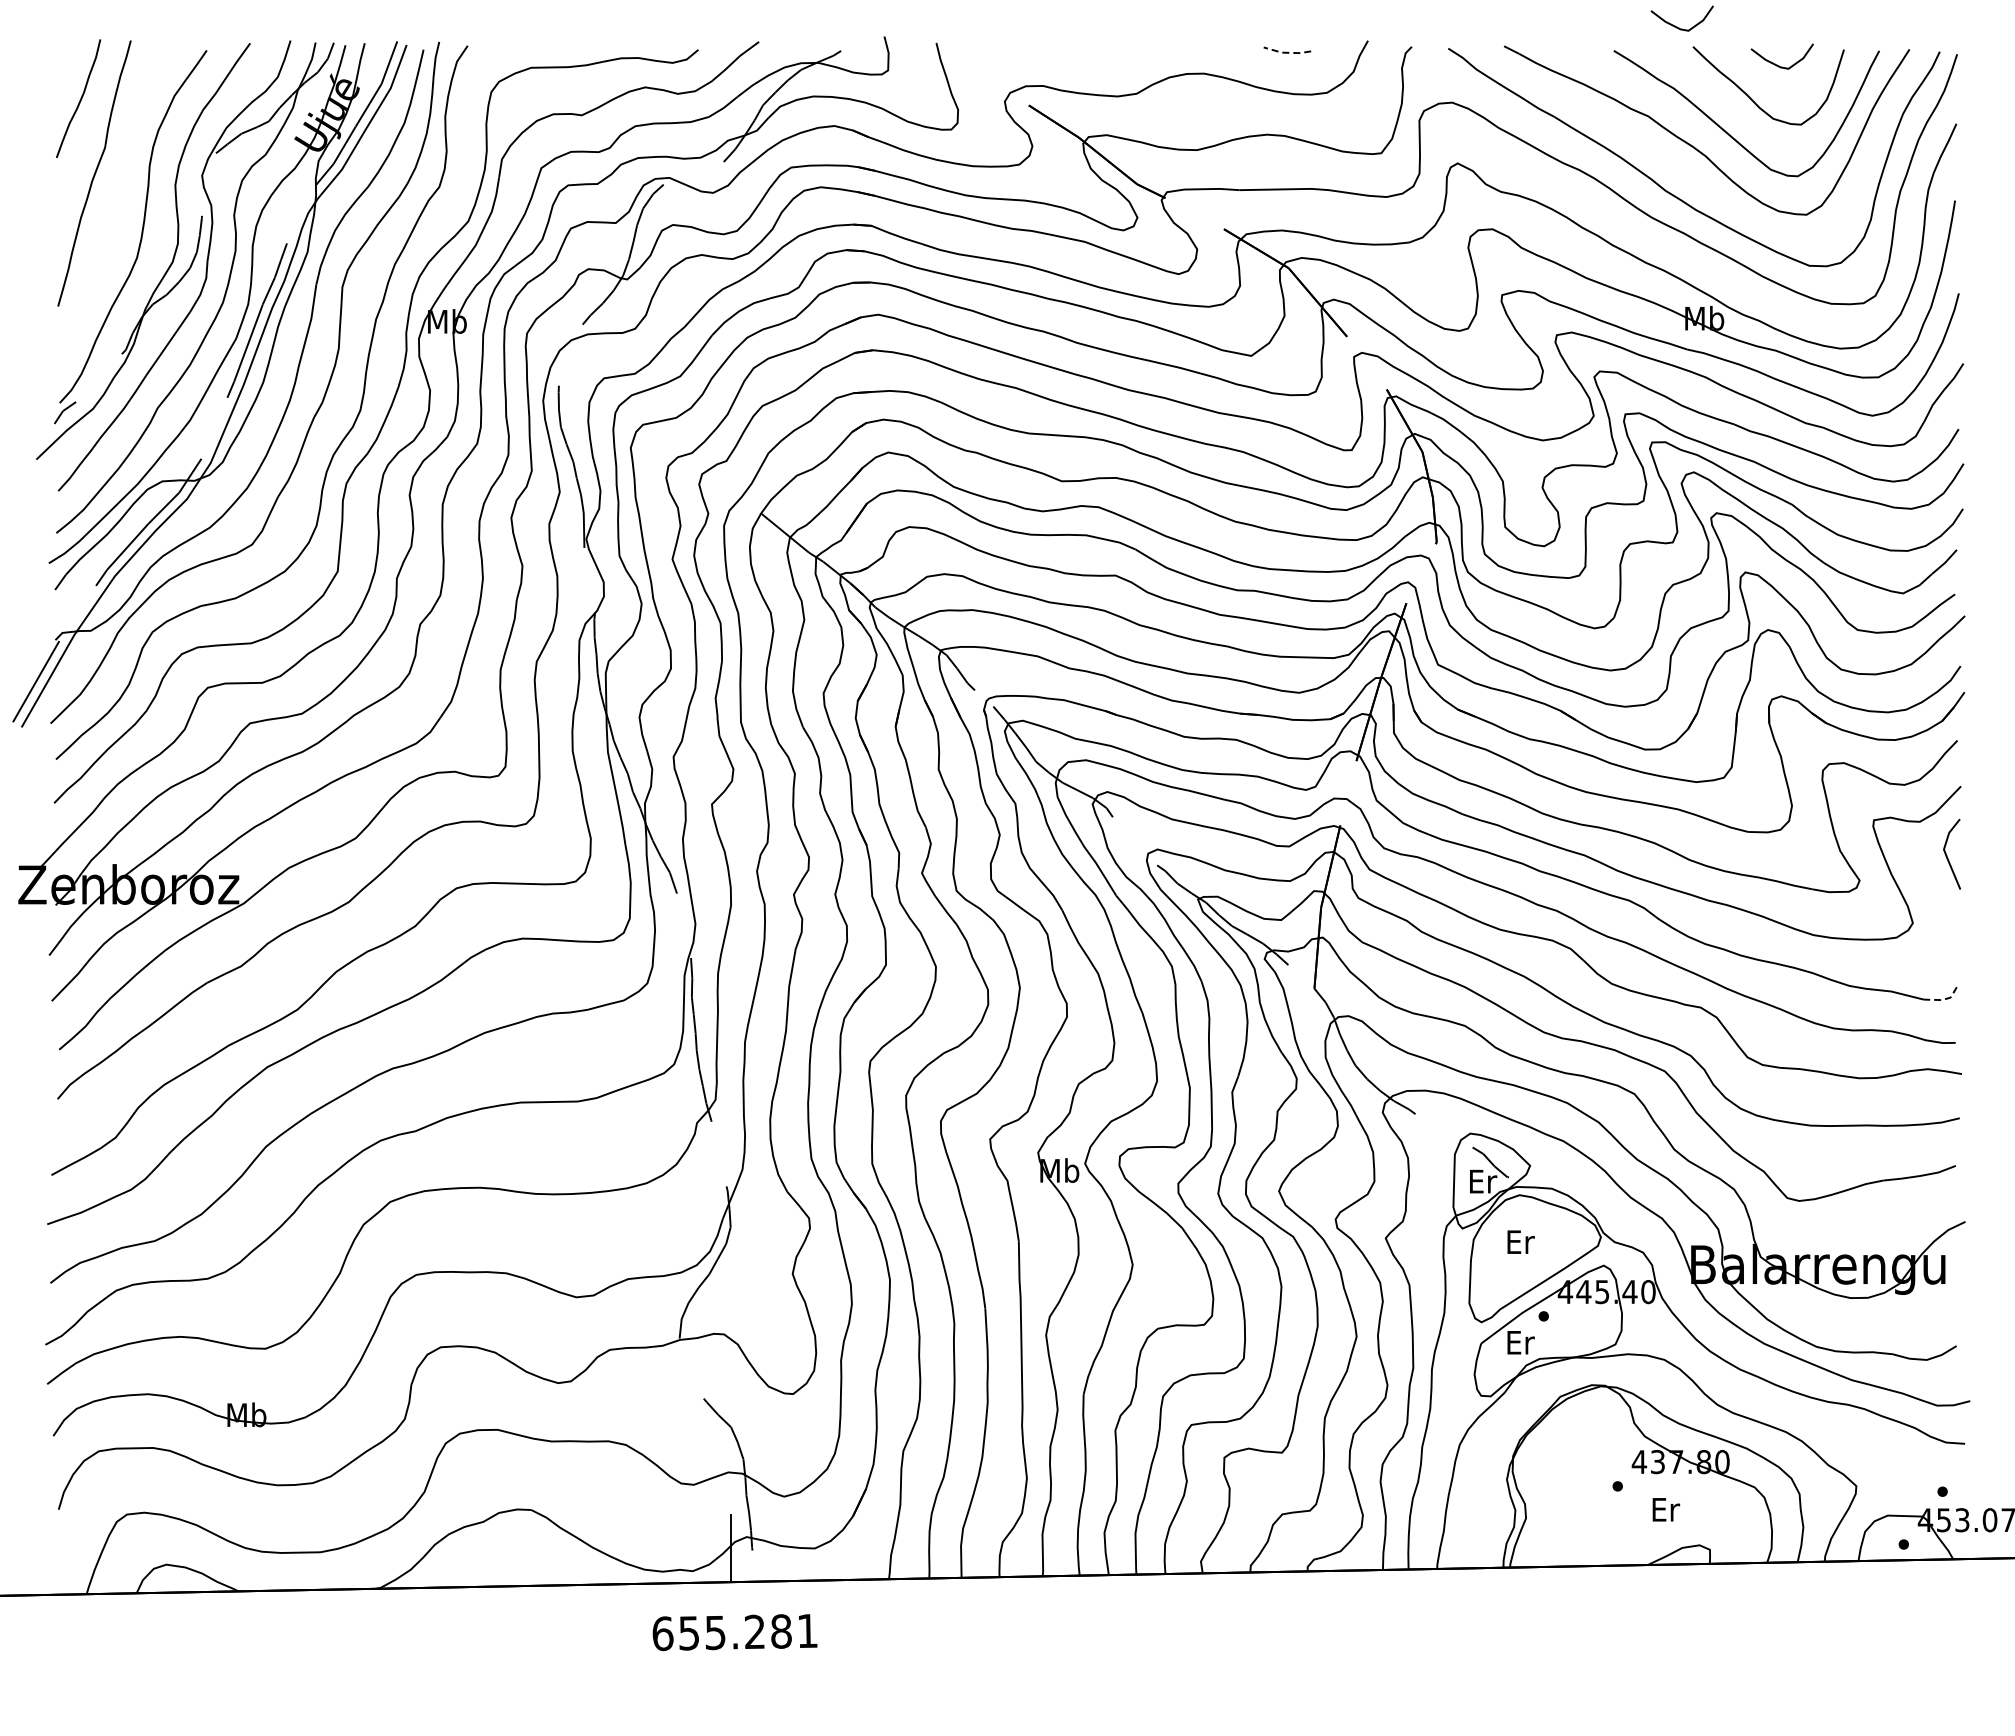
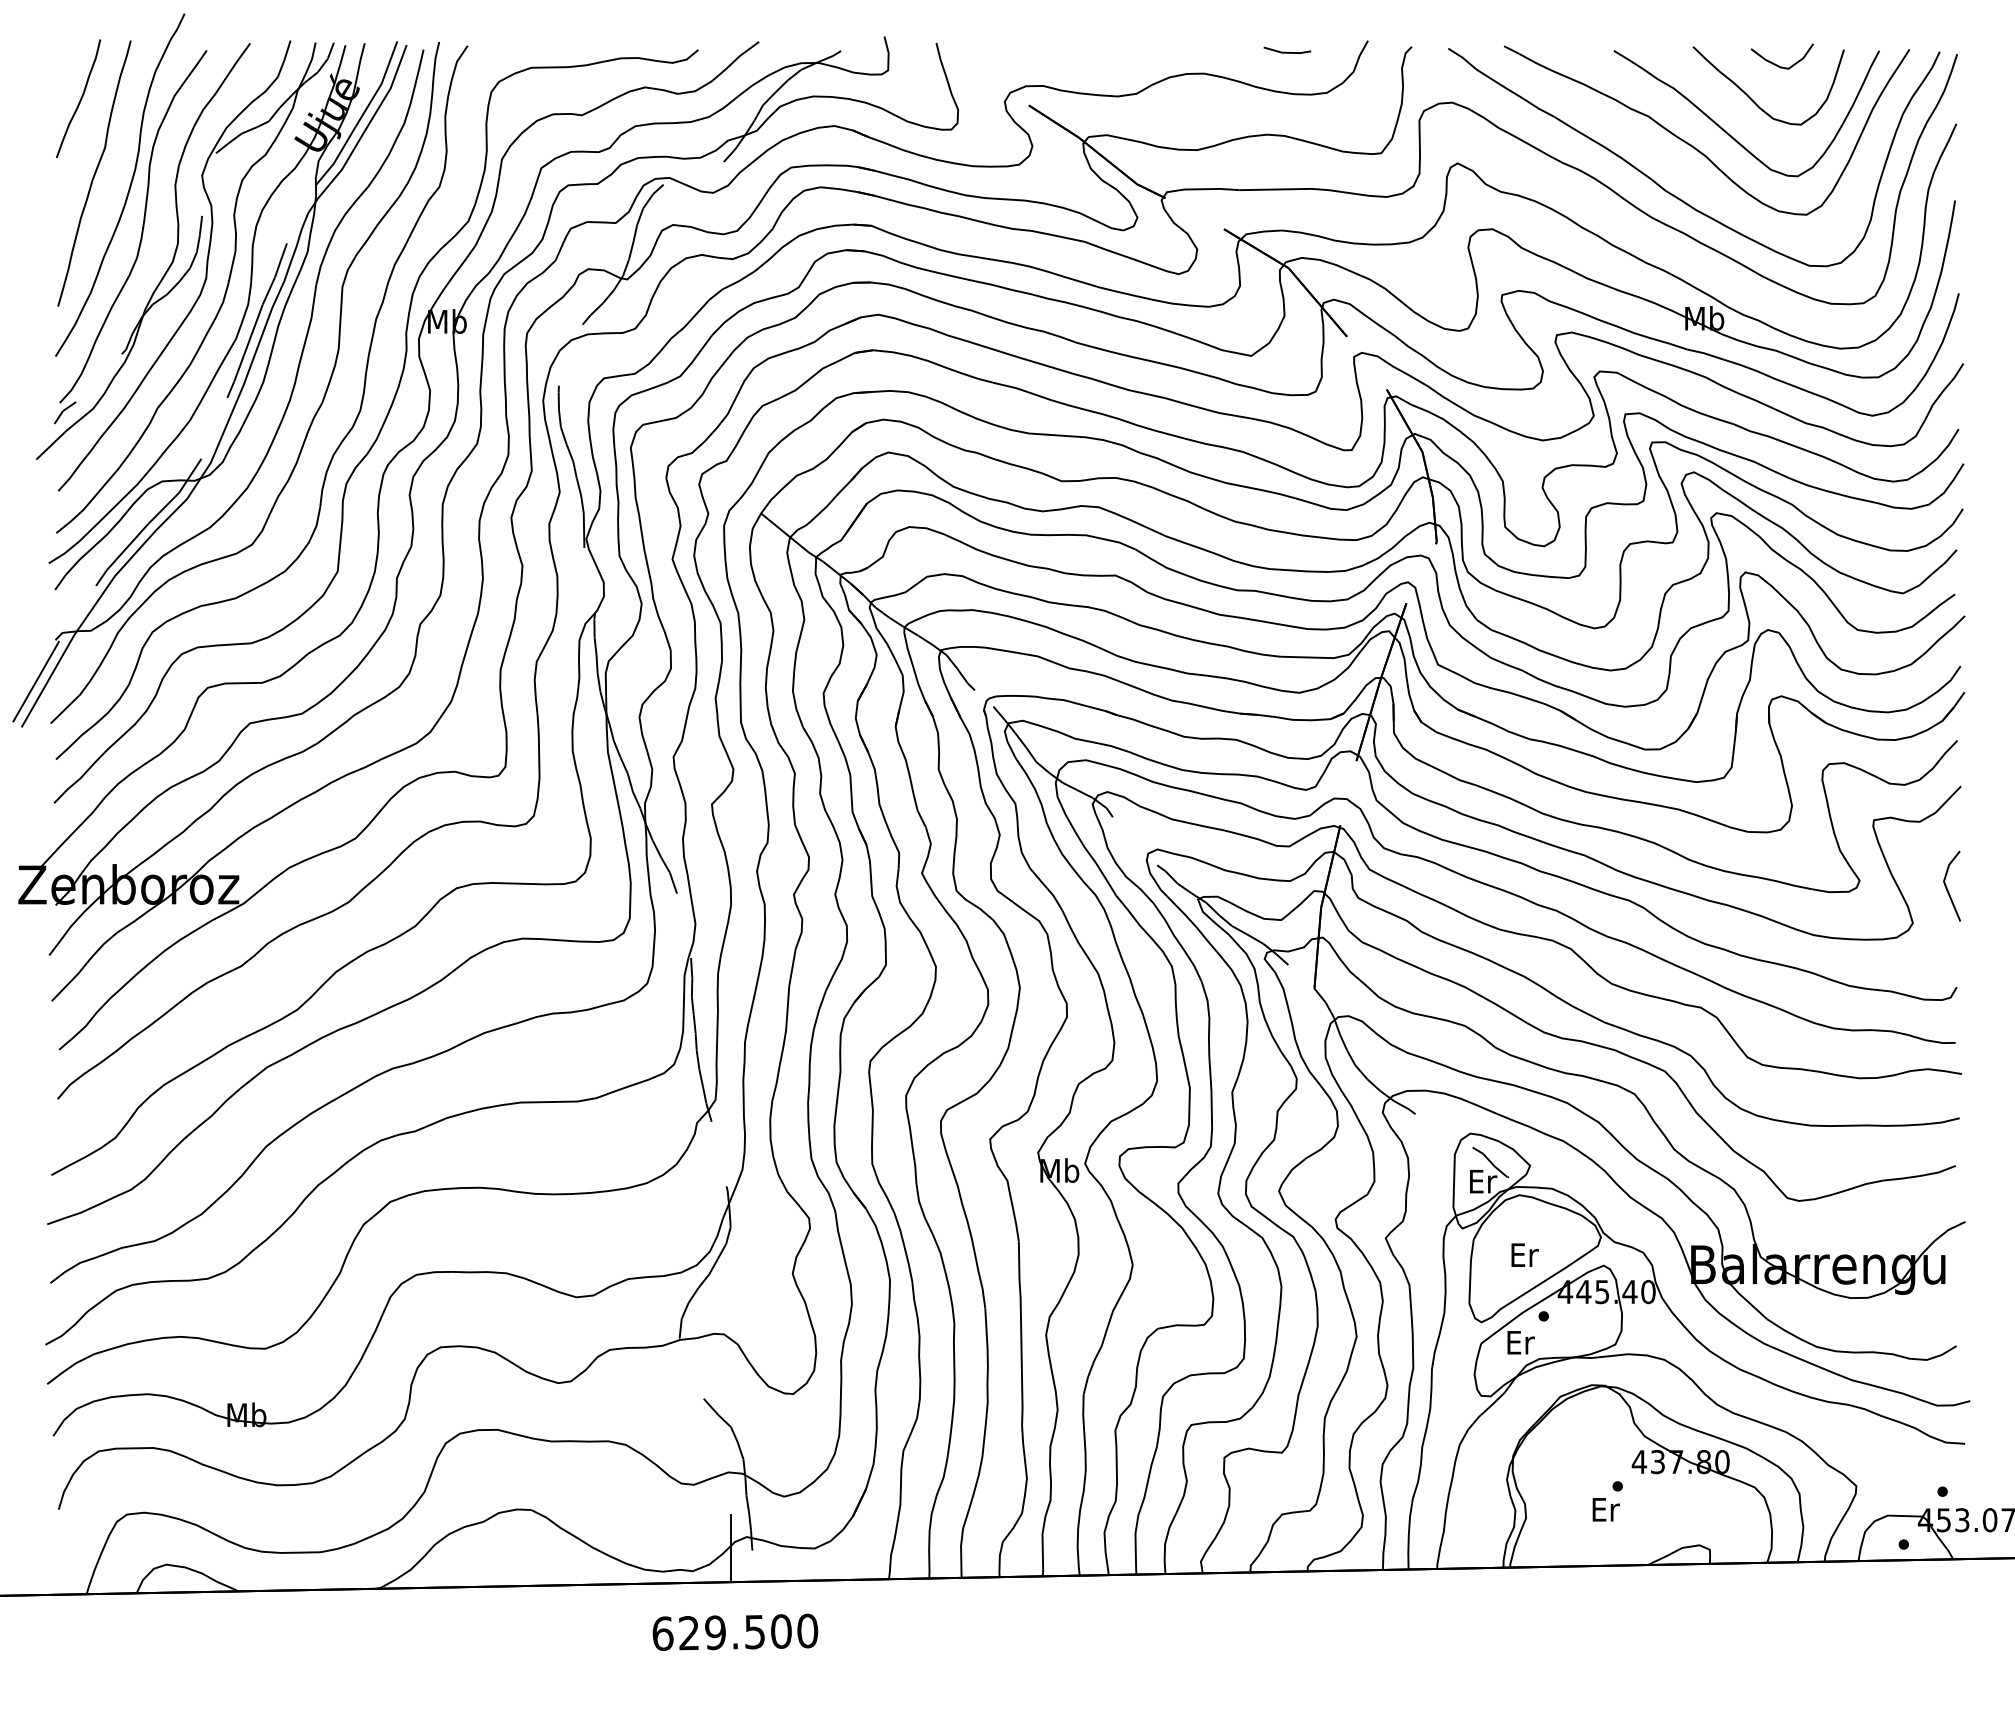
curve at (1677, 26): present -> none
line at (1287, 52): dashed -> solid
curve at (128, 188): none -> present
curve at (1947, 855) position: (1947, 855) -> (1947, 887)
line at (1943, 999): dashed -> solid
text at (1520, 1241) position: (1520, 1241) -> (1524, 1254)
text at (1666, 1509) position: (1666, 1509) -> (1606, 1509)
text at (748, 1631): 655.281 -> 629.500
